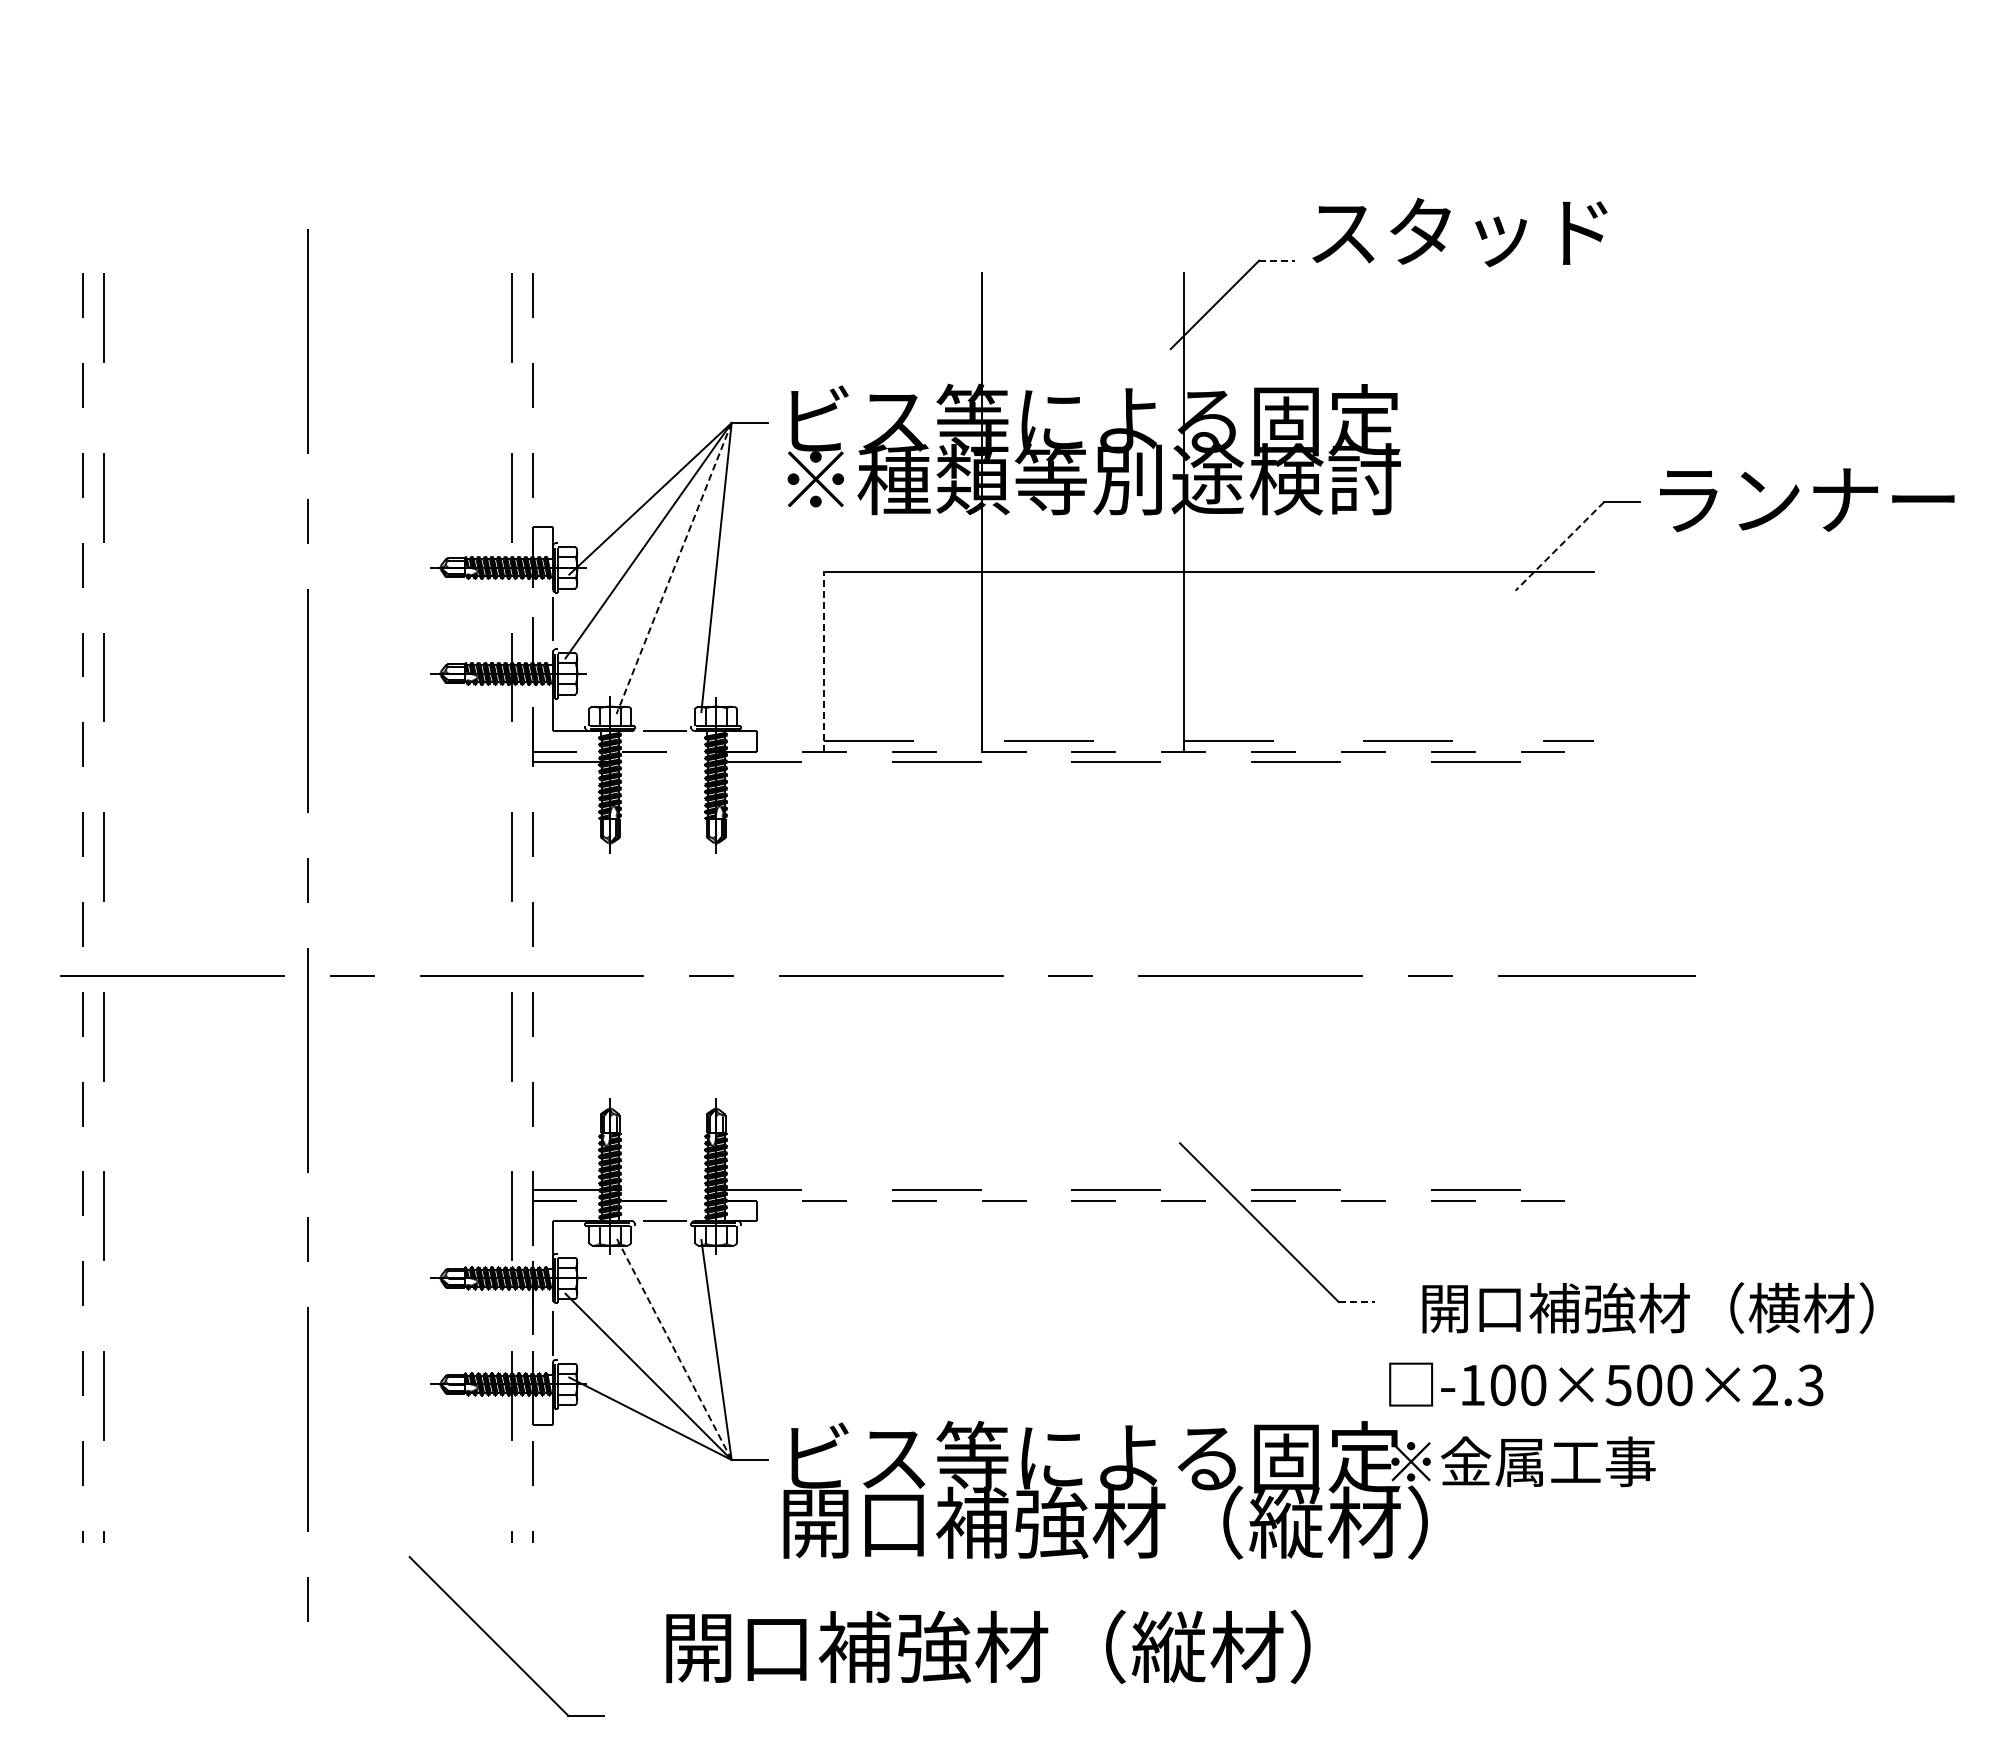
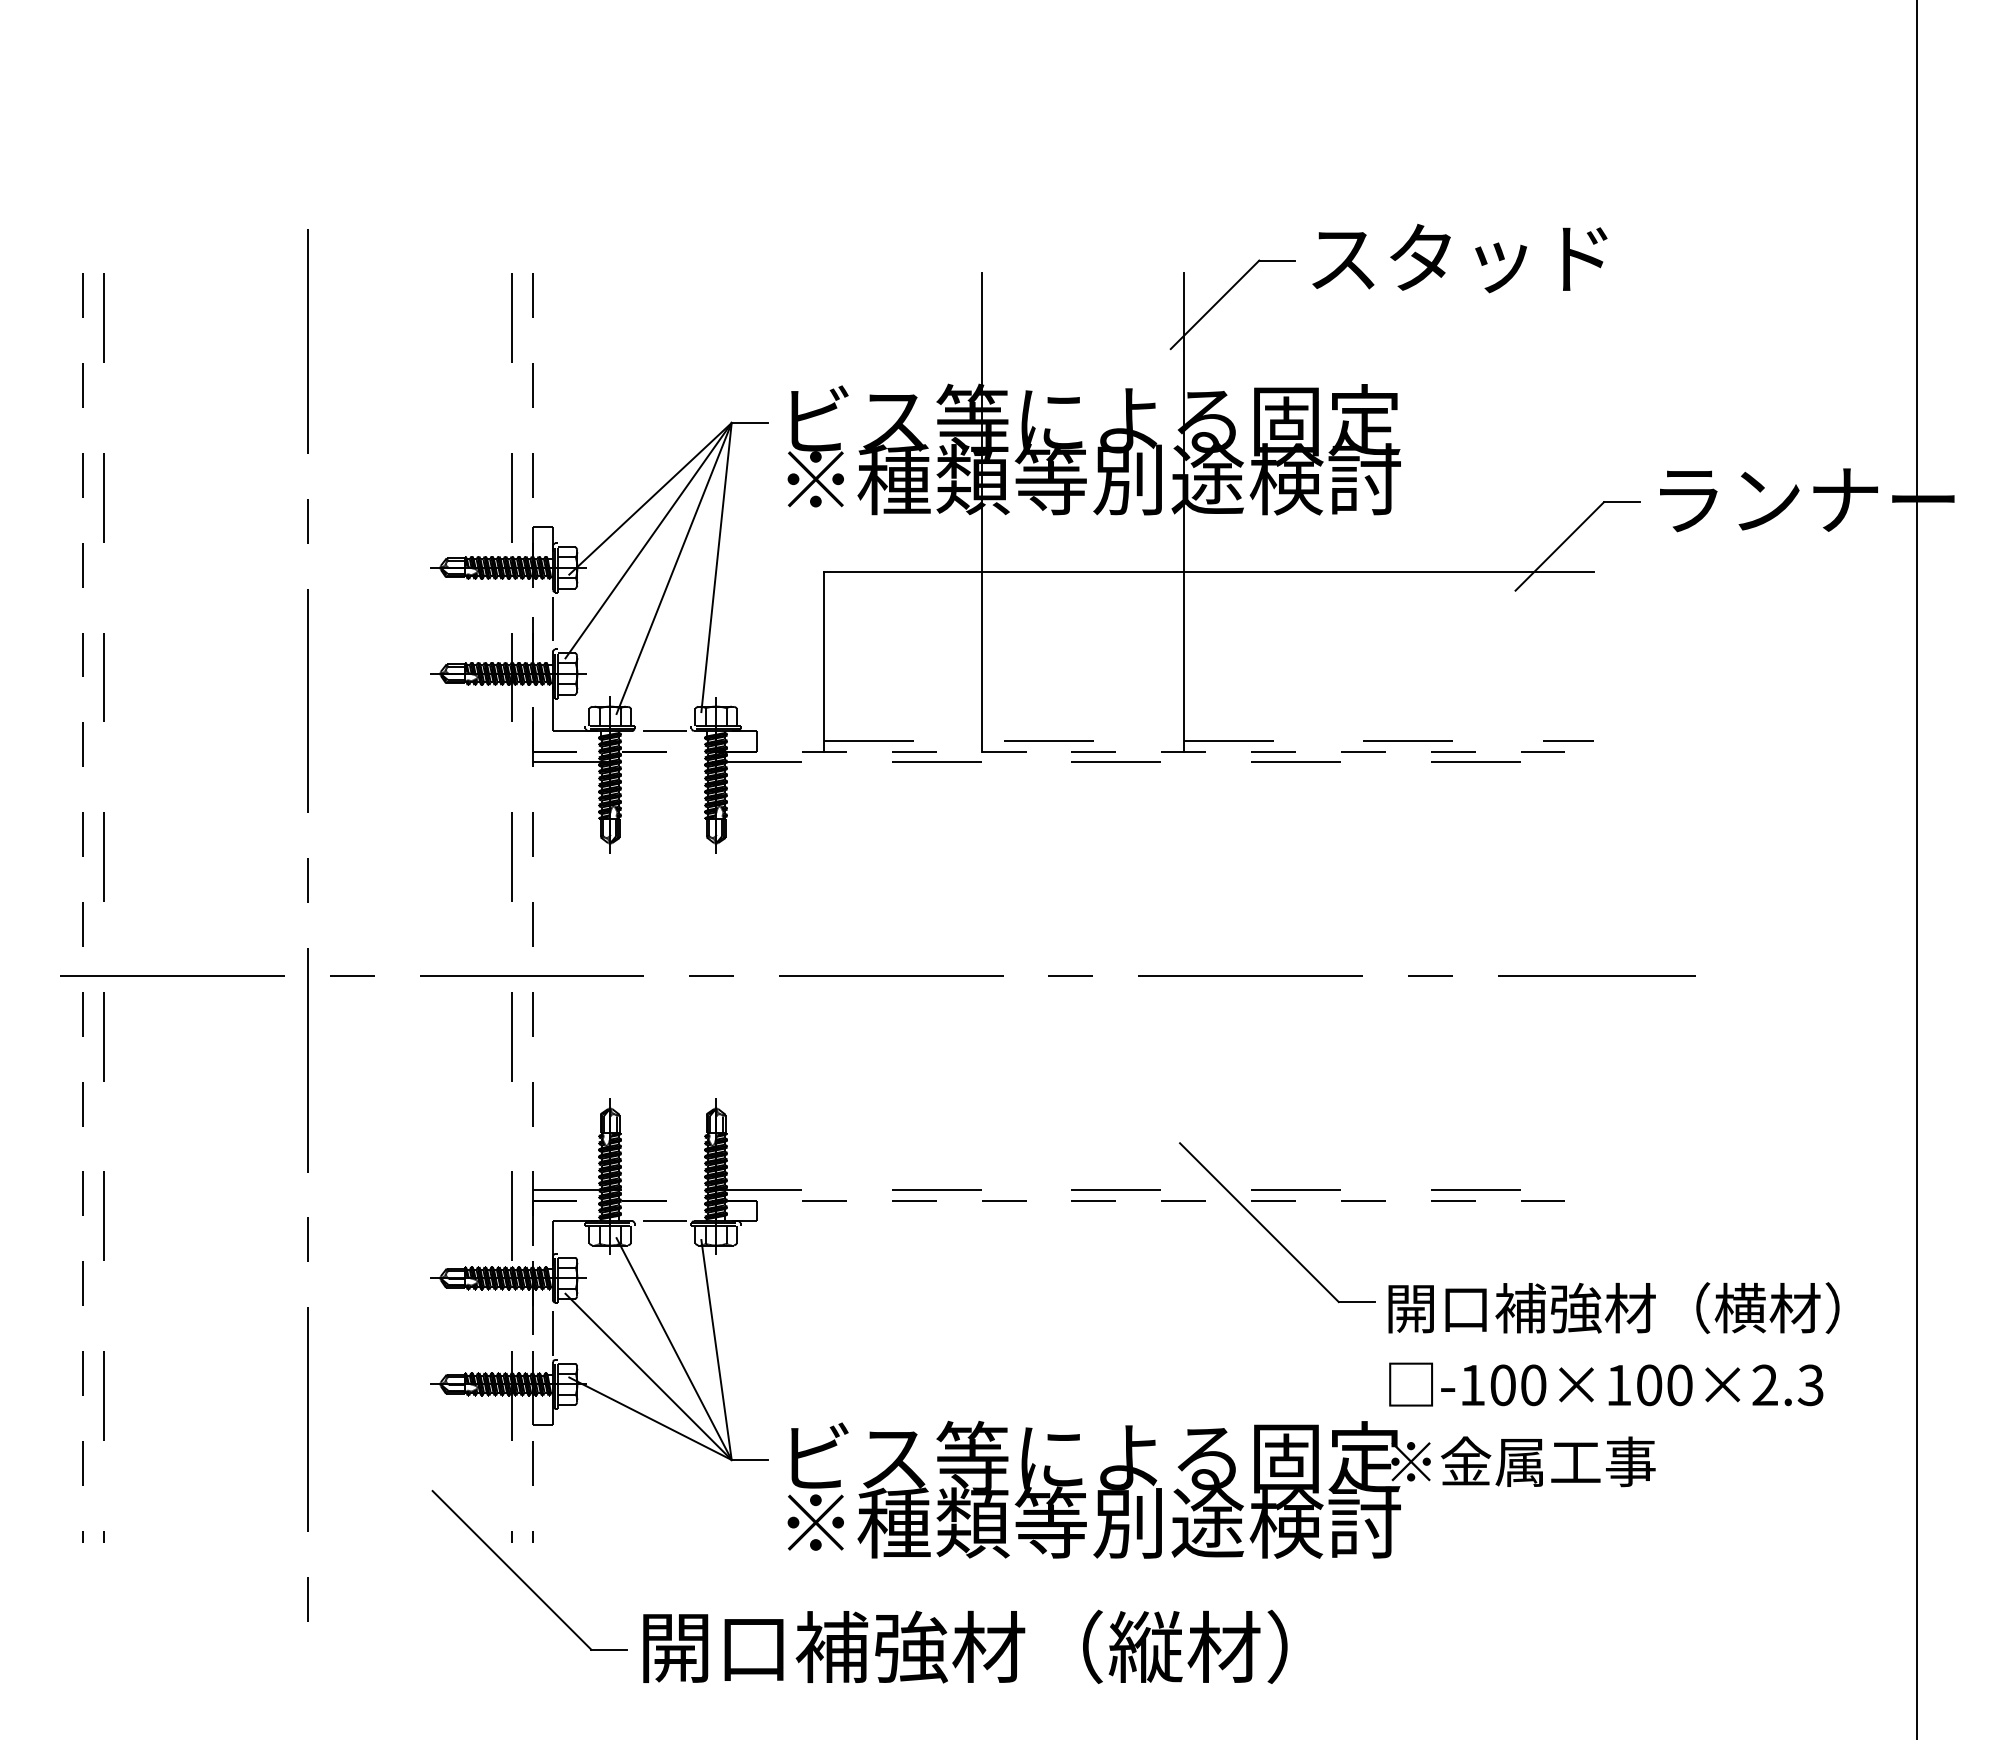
text at (1459, 232) position: (1459, 232) -> (1459, 258)
line at (1277, 260): dashed -> solid
line at (1559, 546): dashed -> solid
line at (674, 568): dashed -> solid
line at (824, 661): dashed -> solid
line at (1917, 869): none -> present
line at (1356, 1302): dashed -> solid
text at (1647, 1307) position: (1647, 1307) -> (1613, 1307)
line at (674, 1349): dashed -> solid
text at (1618, 1385): -100×500×2.3 -> -100×100×2.3
text at (1105, 1522): 開口補強材（縦材） -> ※種類等別途検討
part at (498, 1644) position: (498, 1644) -> (521, 1578)
text at (988, 1646) position: (988, 1646) -> (965, 1646)
